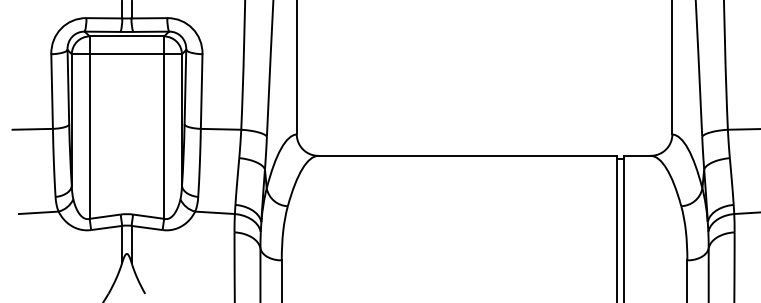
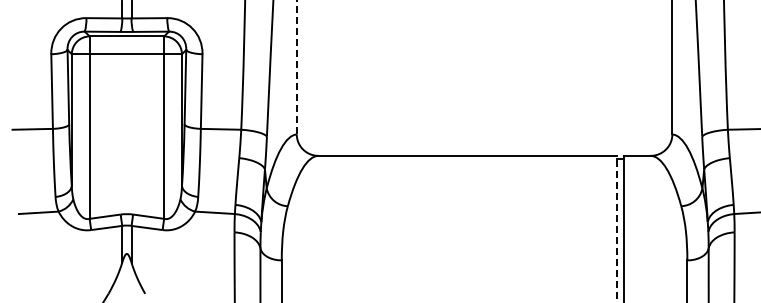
line at (296, 67): solid -> dashed
line at (617, 228): solid -> dashed
